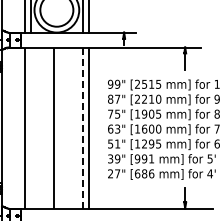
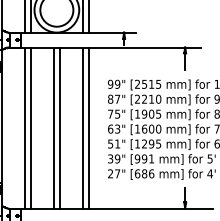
line at (30, 127): none -> present
line at (59, 127): none -> present
line at (83, 128): dashed -> solid
